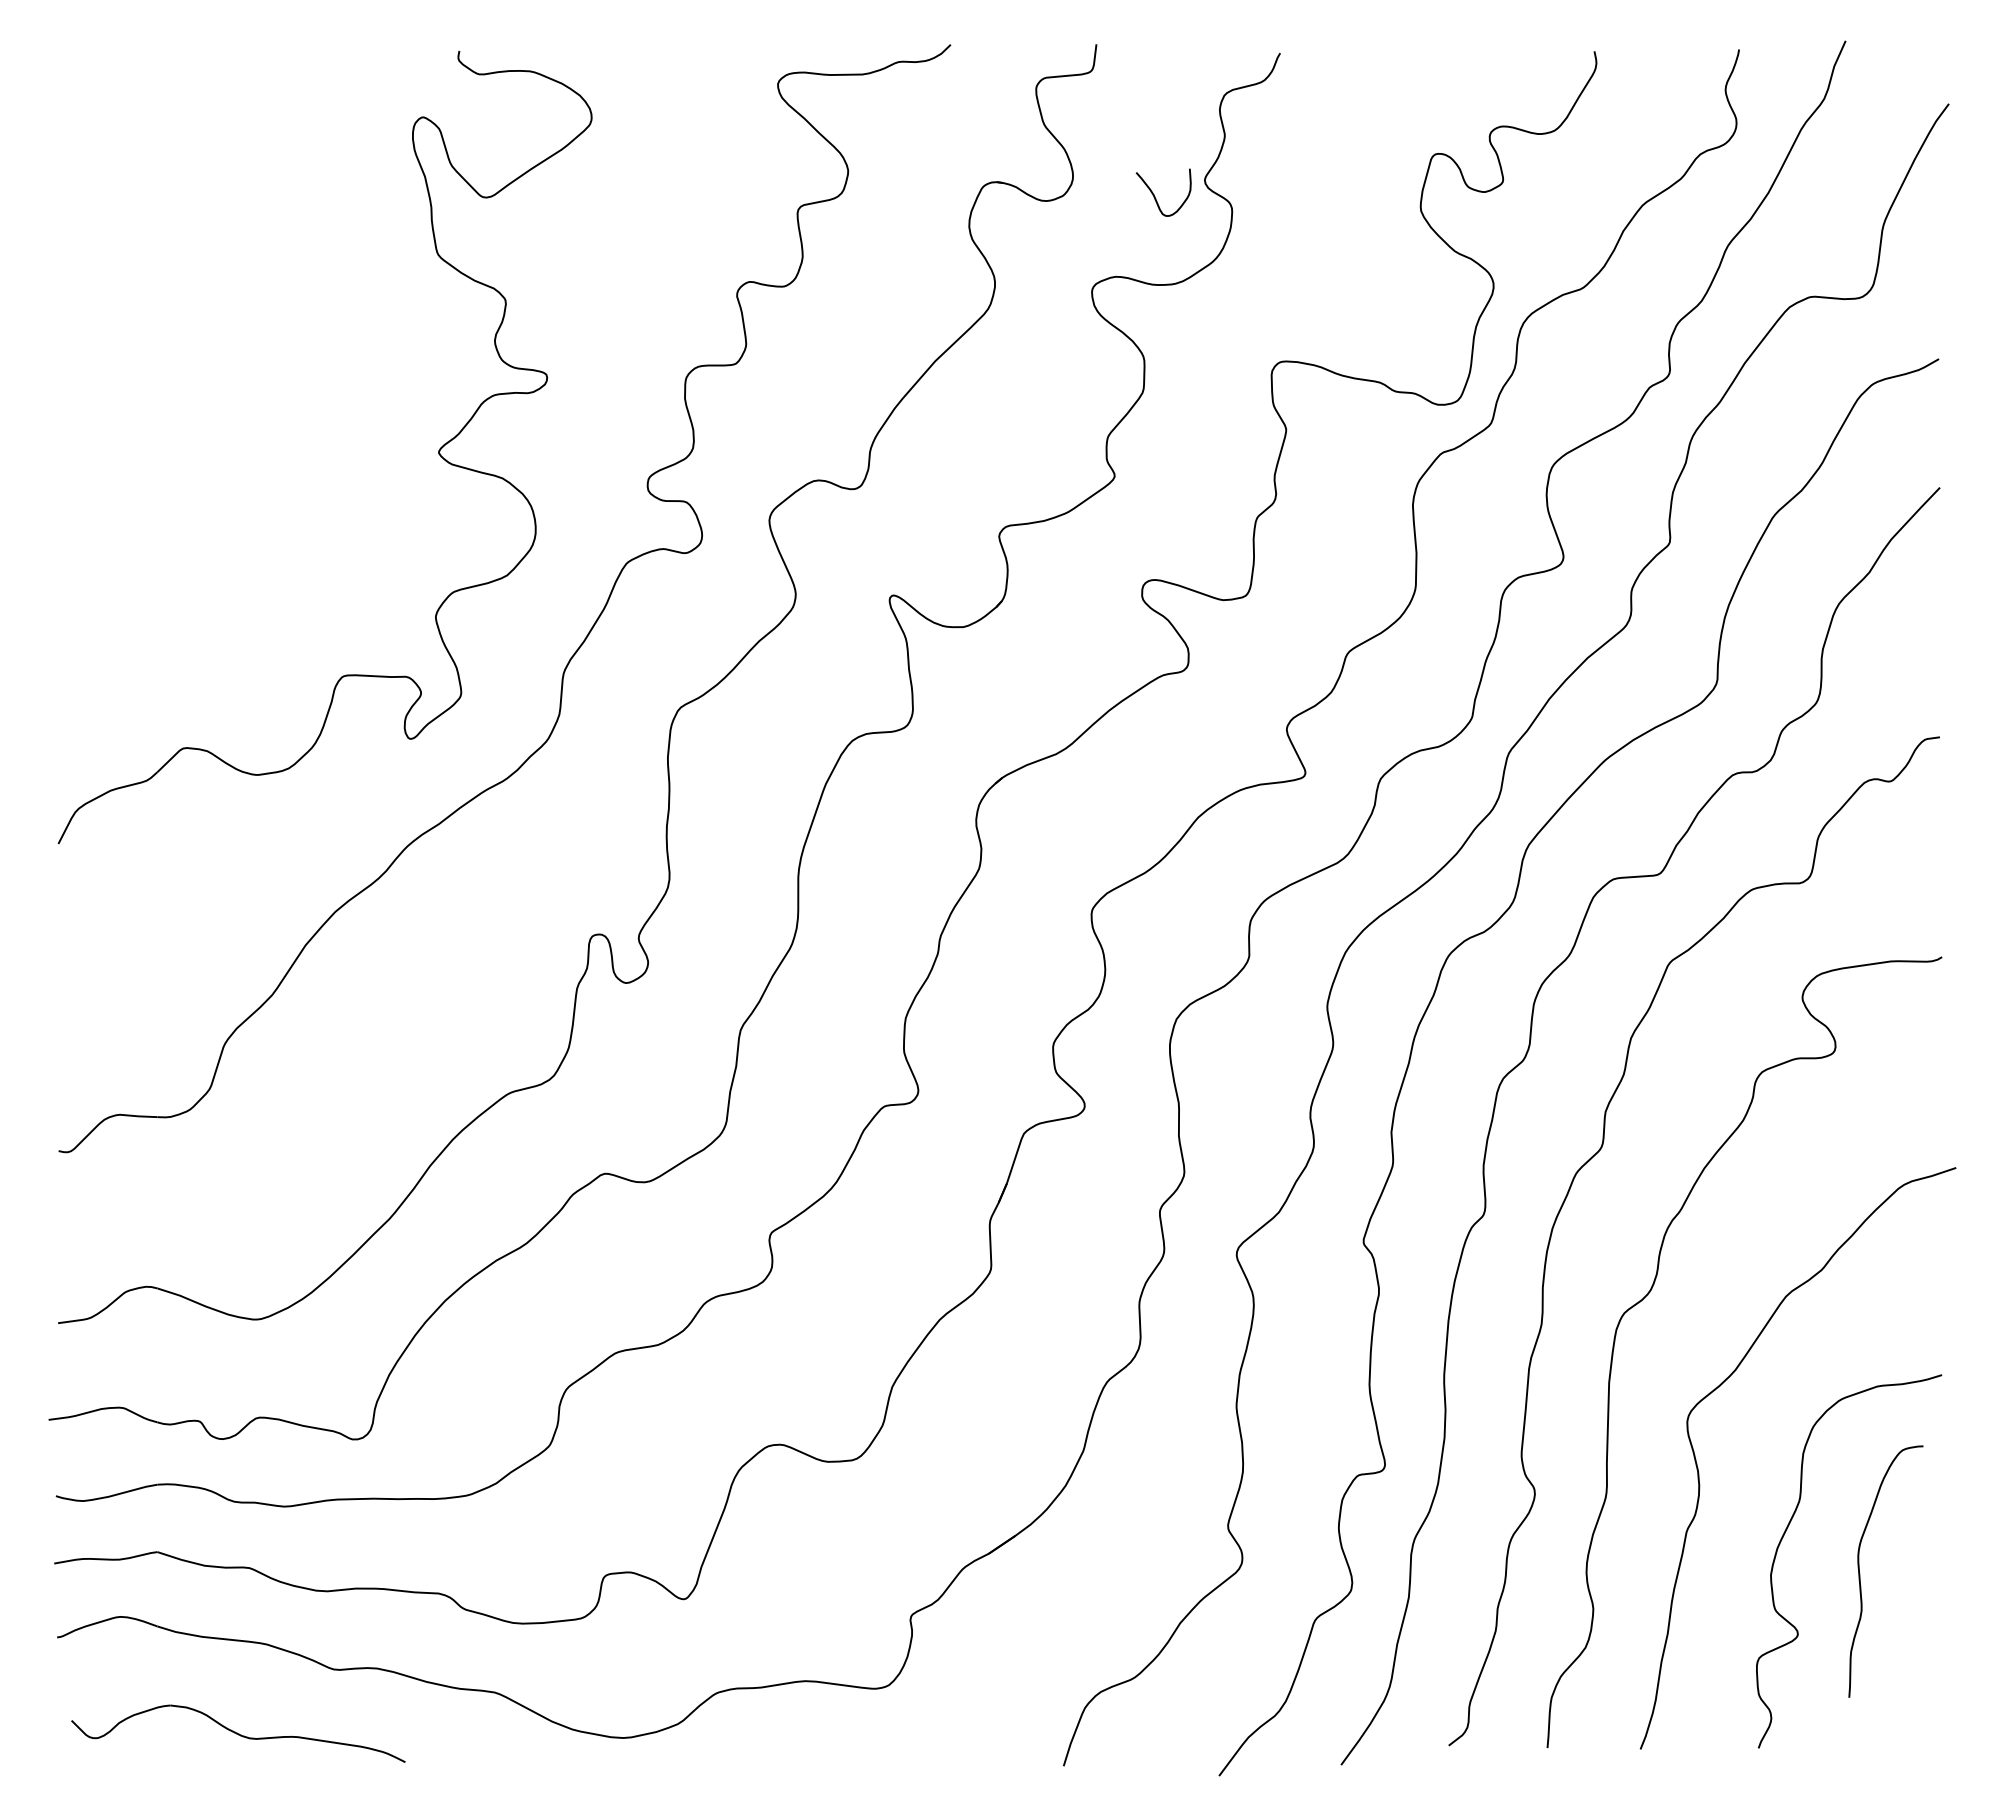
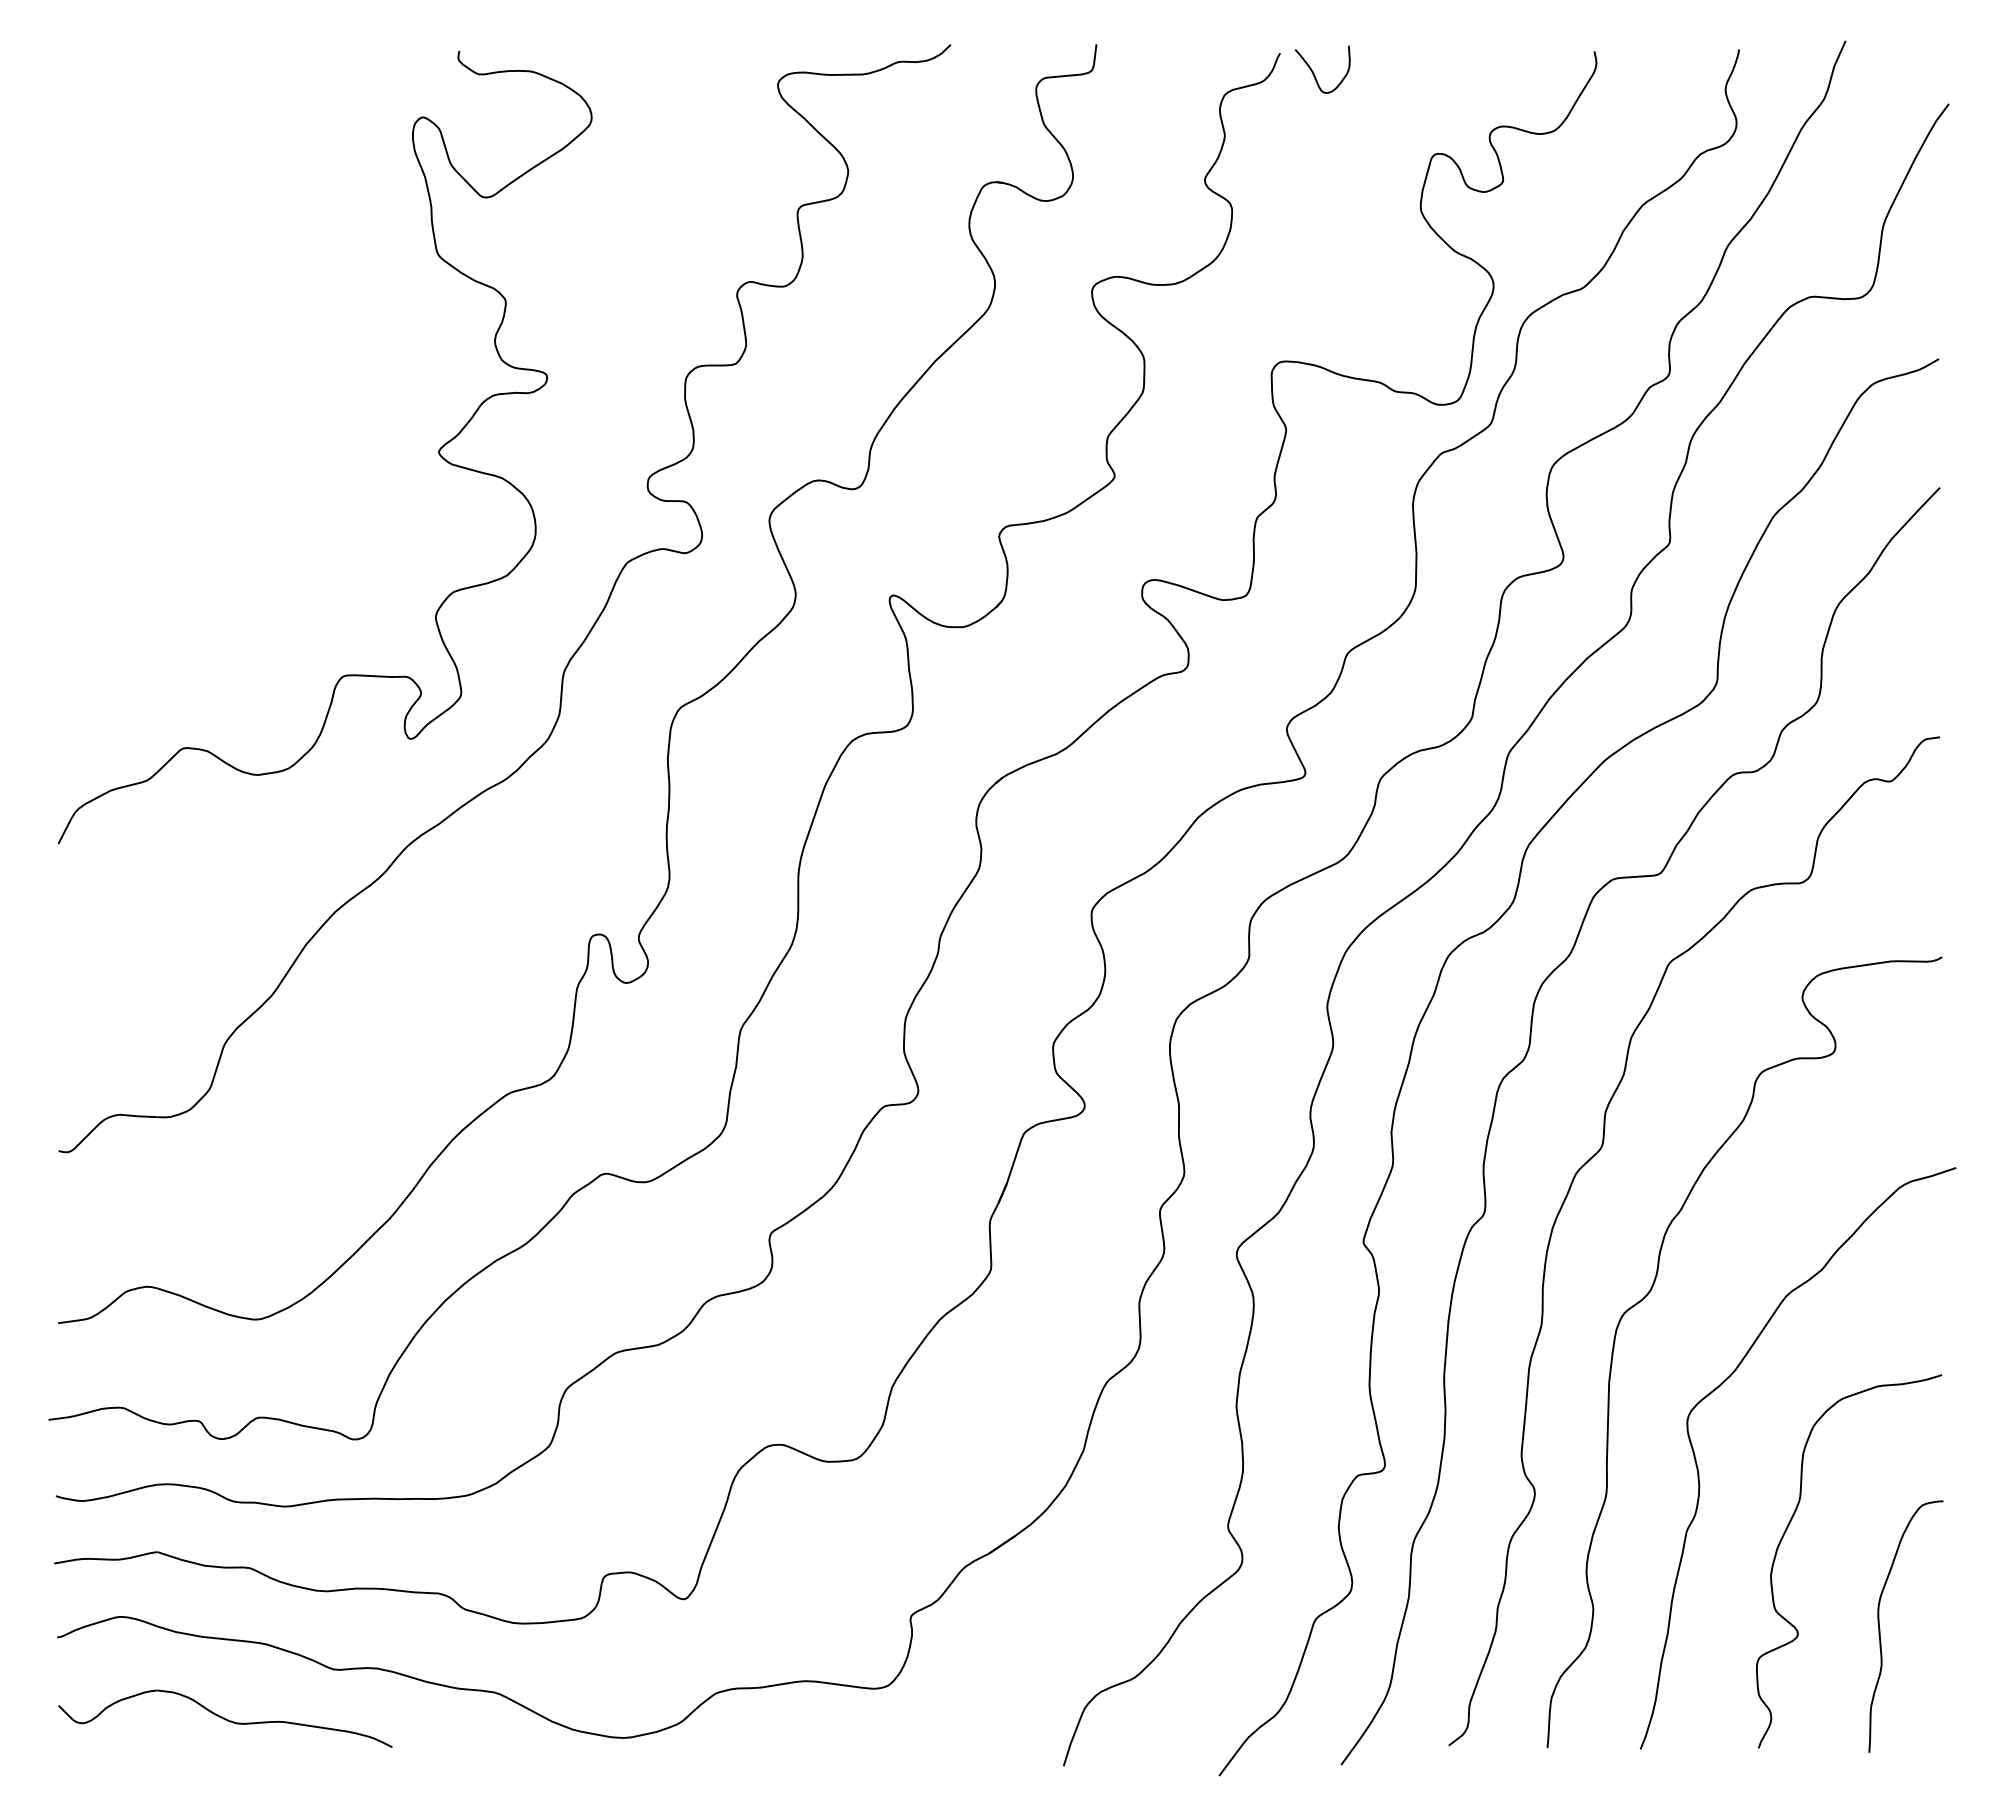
curve at (1155, 196) position: (1155, 196) -> (1314, 73)
curve at (1860, 1573) position: (1860, 1573) -> (1880, 1628)
part at (238, 1733) position: (238, 1733) -> (225, 1718)
